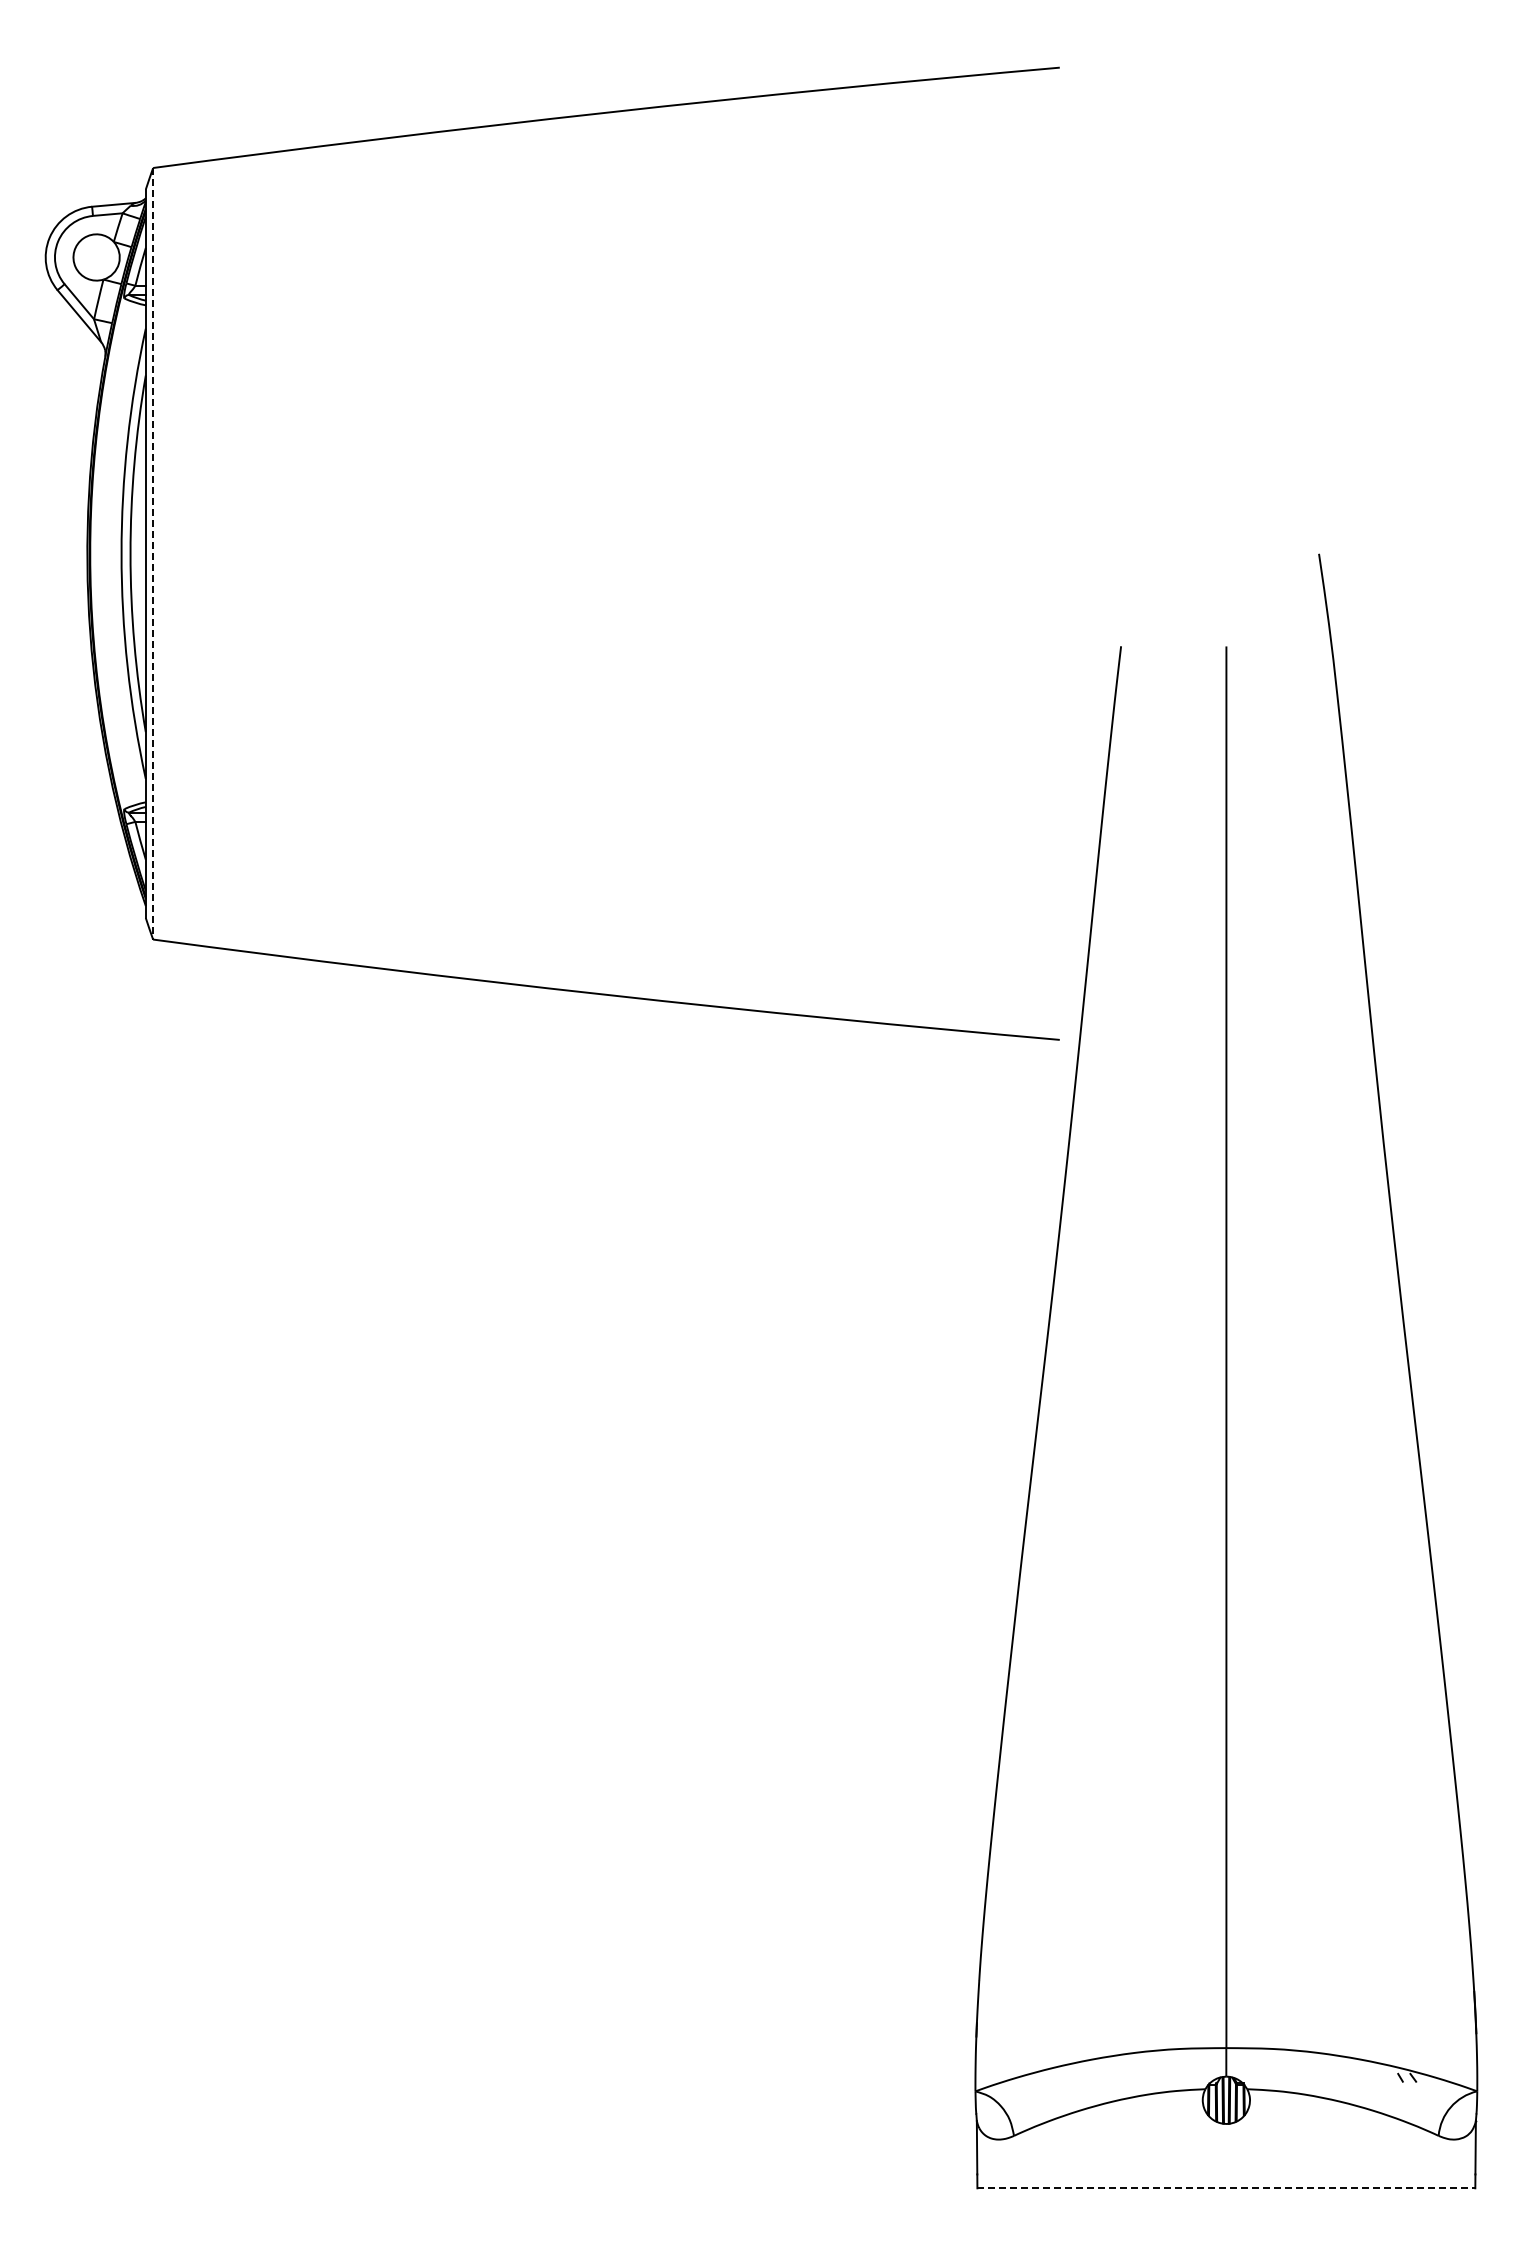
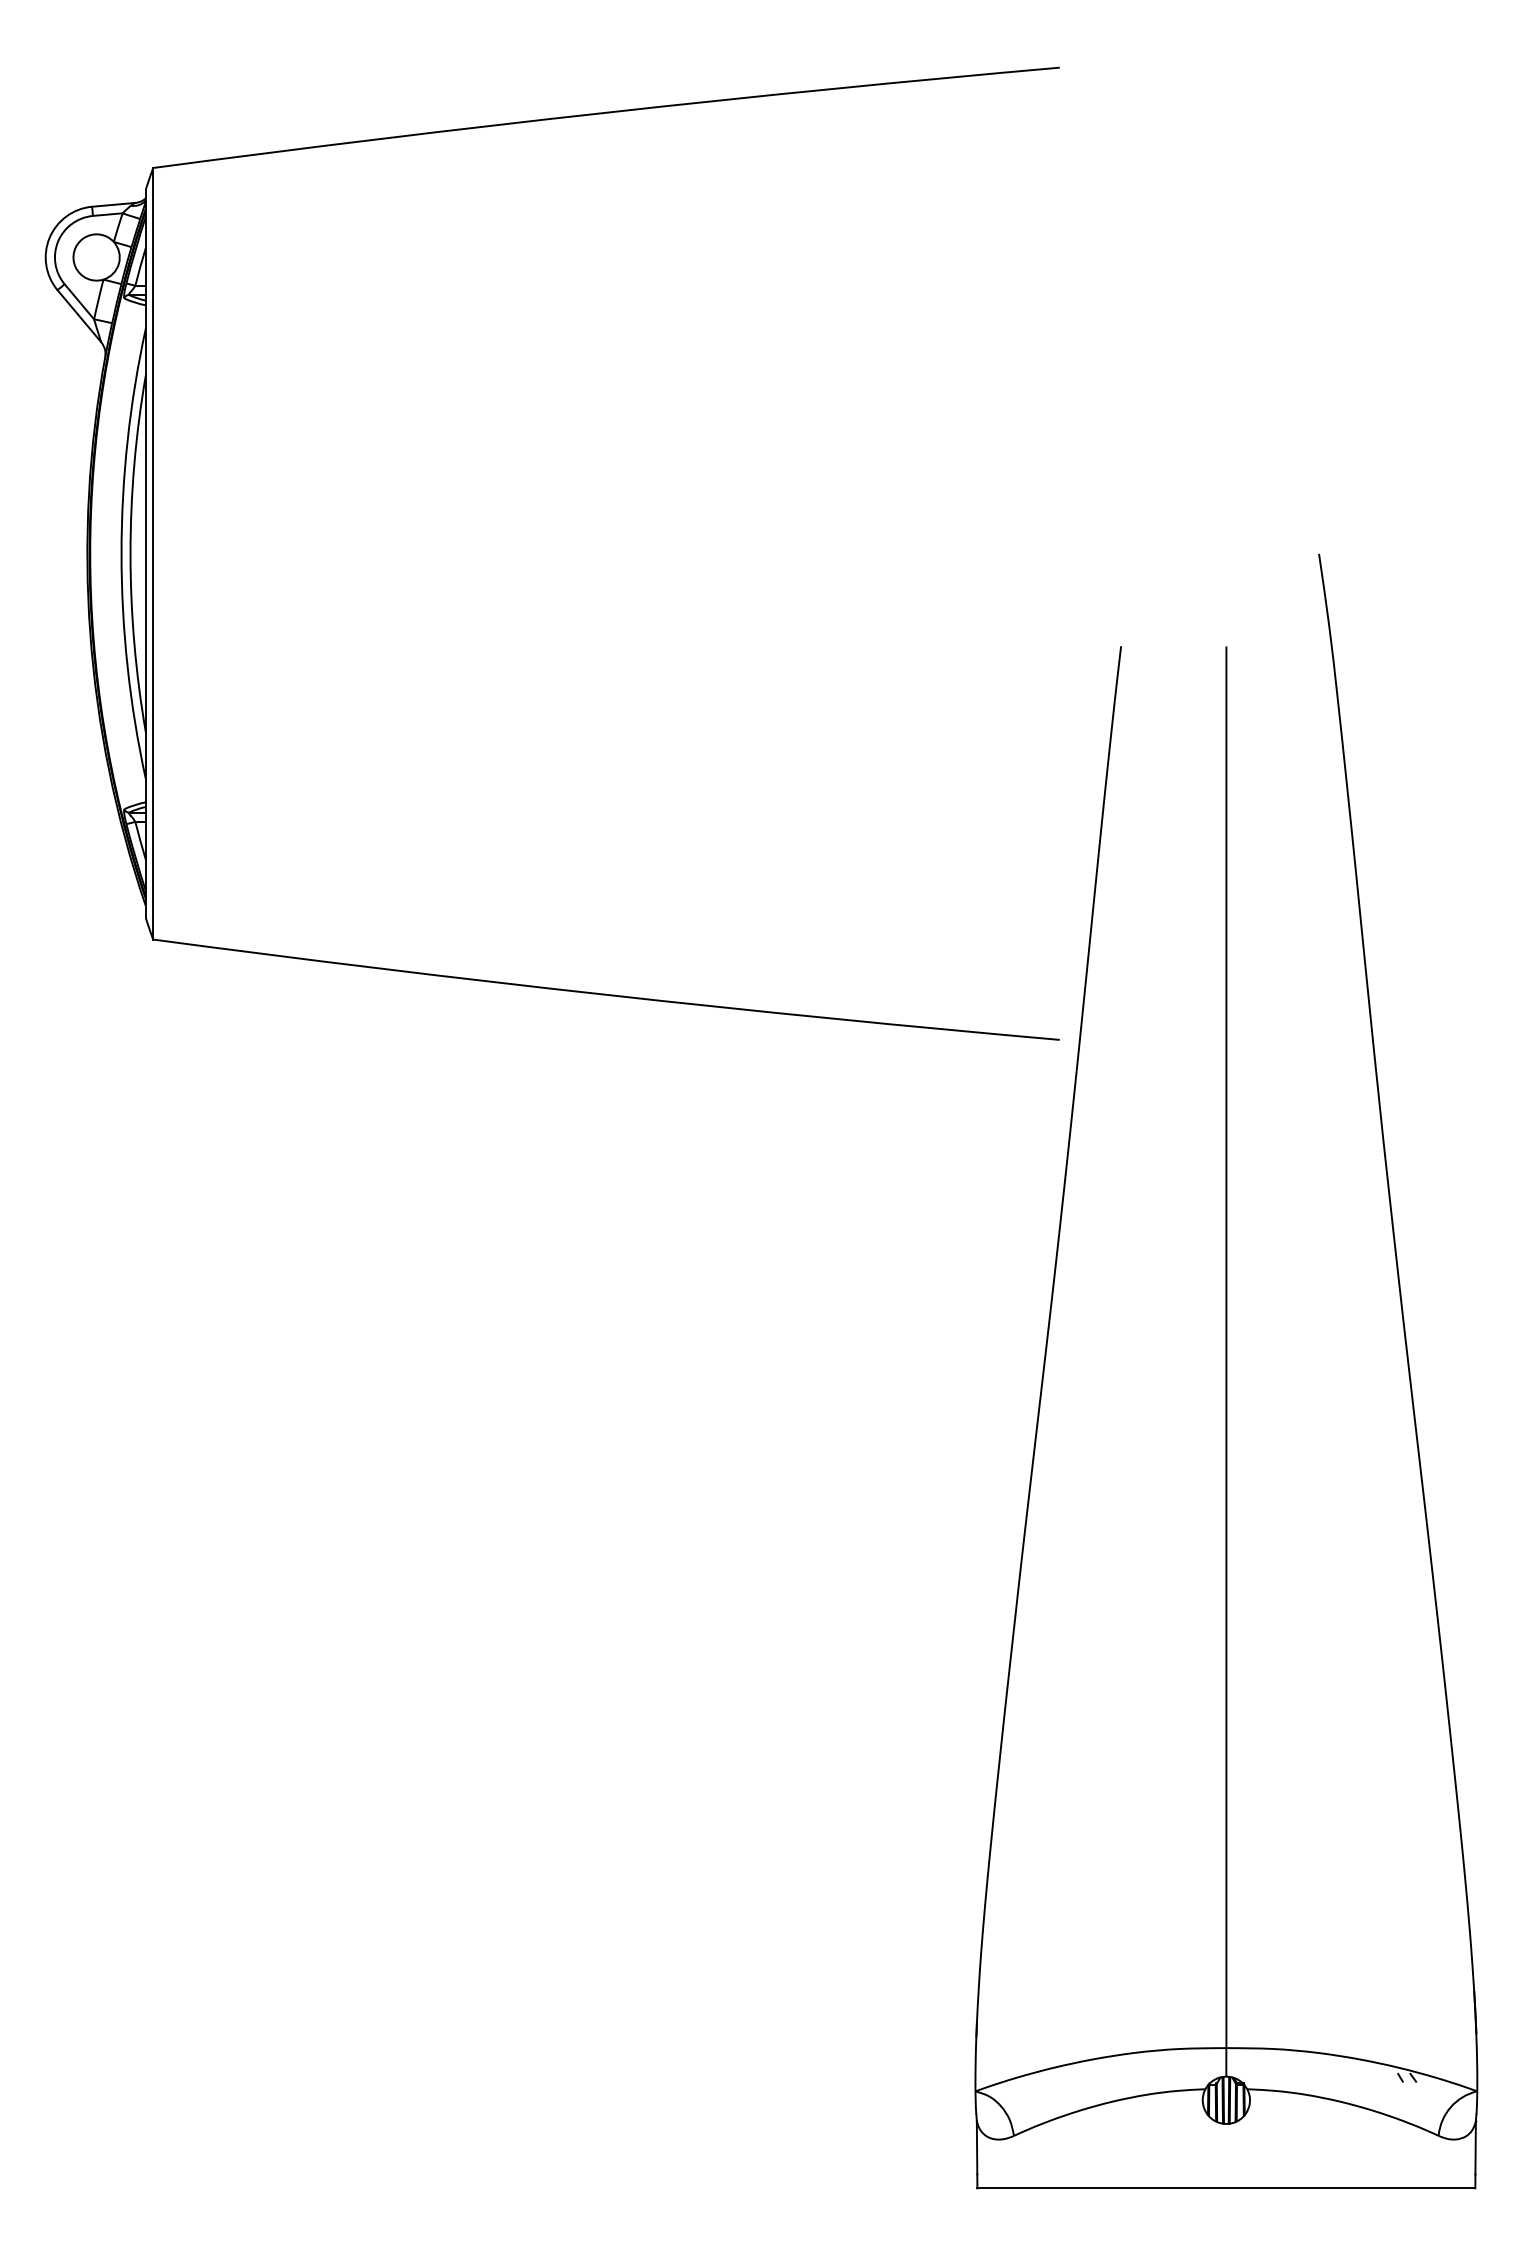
line at (153, 553): dashed -> solid
line at (1226, 2188): dashed -> solid
